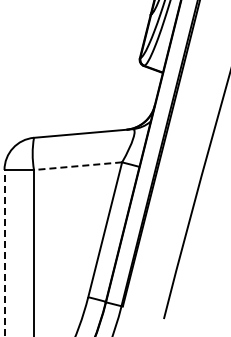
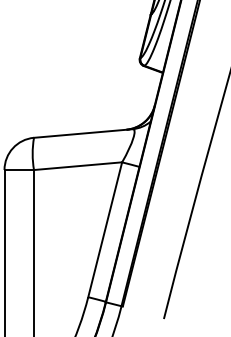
line at (77, 166): dashed -> solid
line at (4, 252): dashed -> solid
